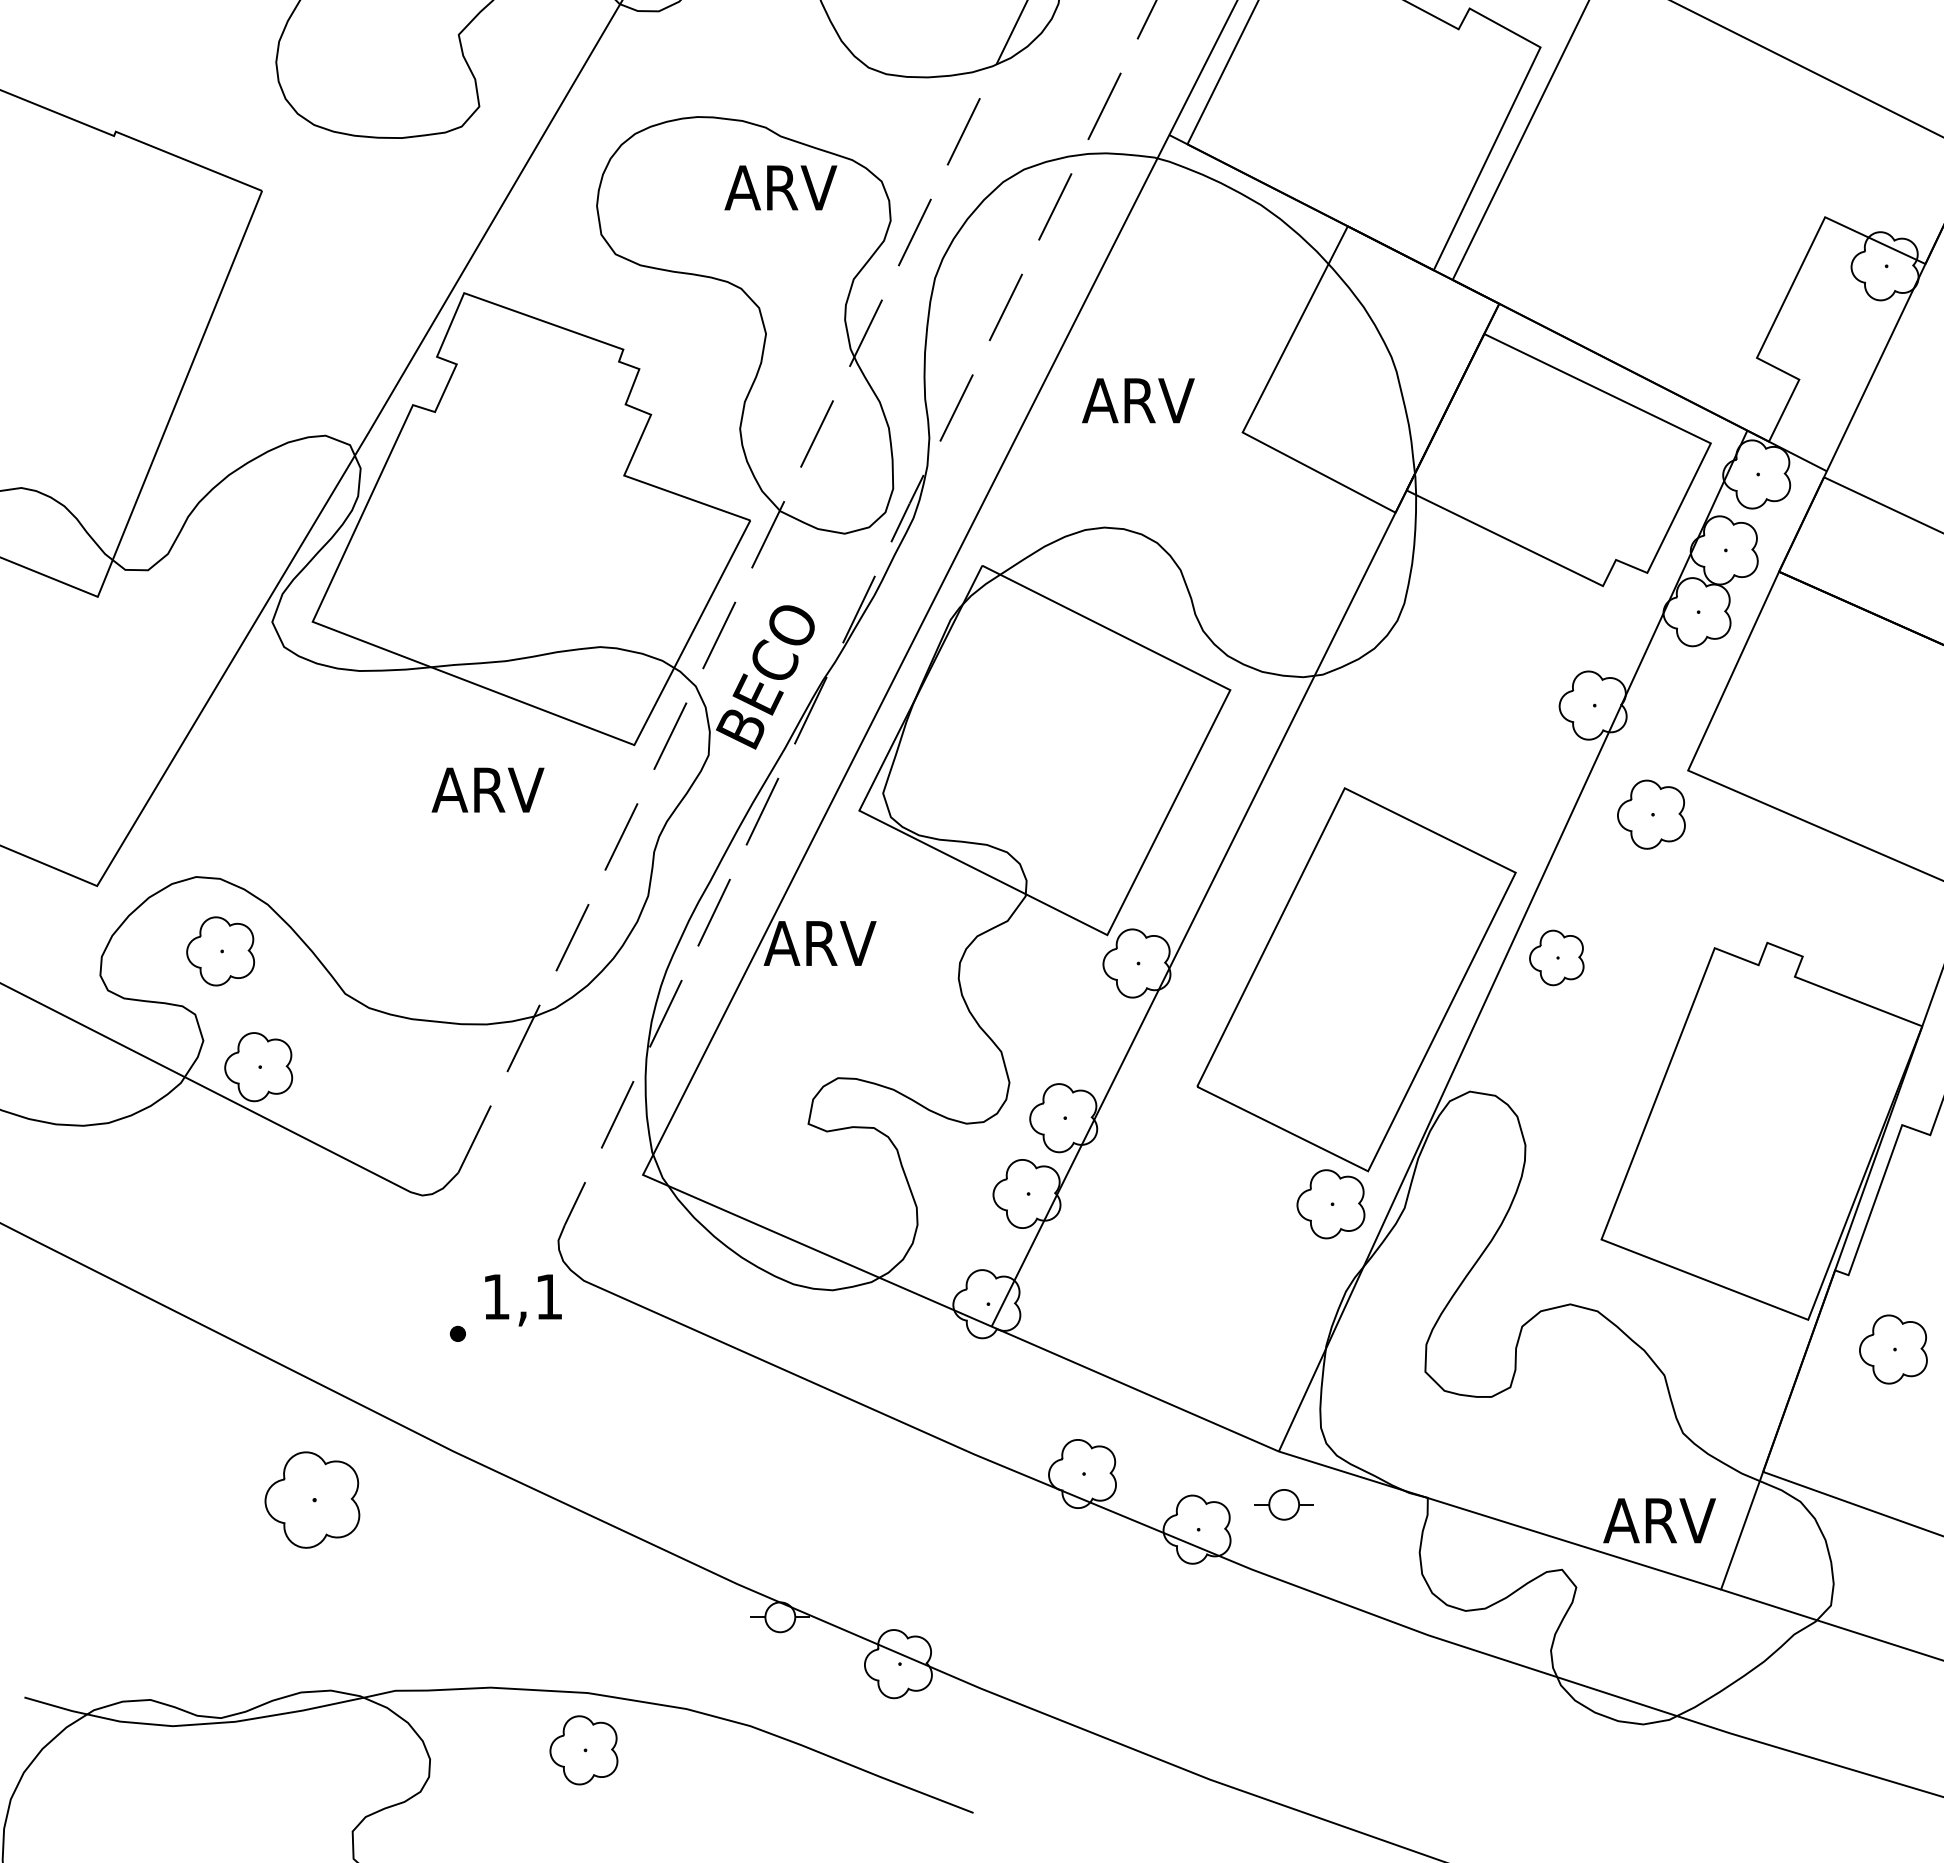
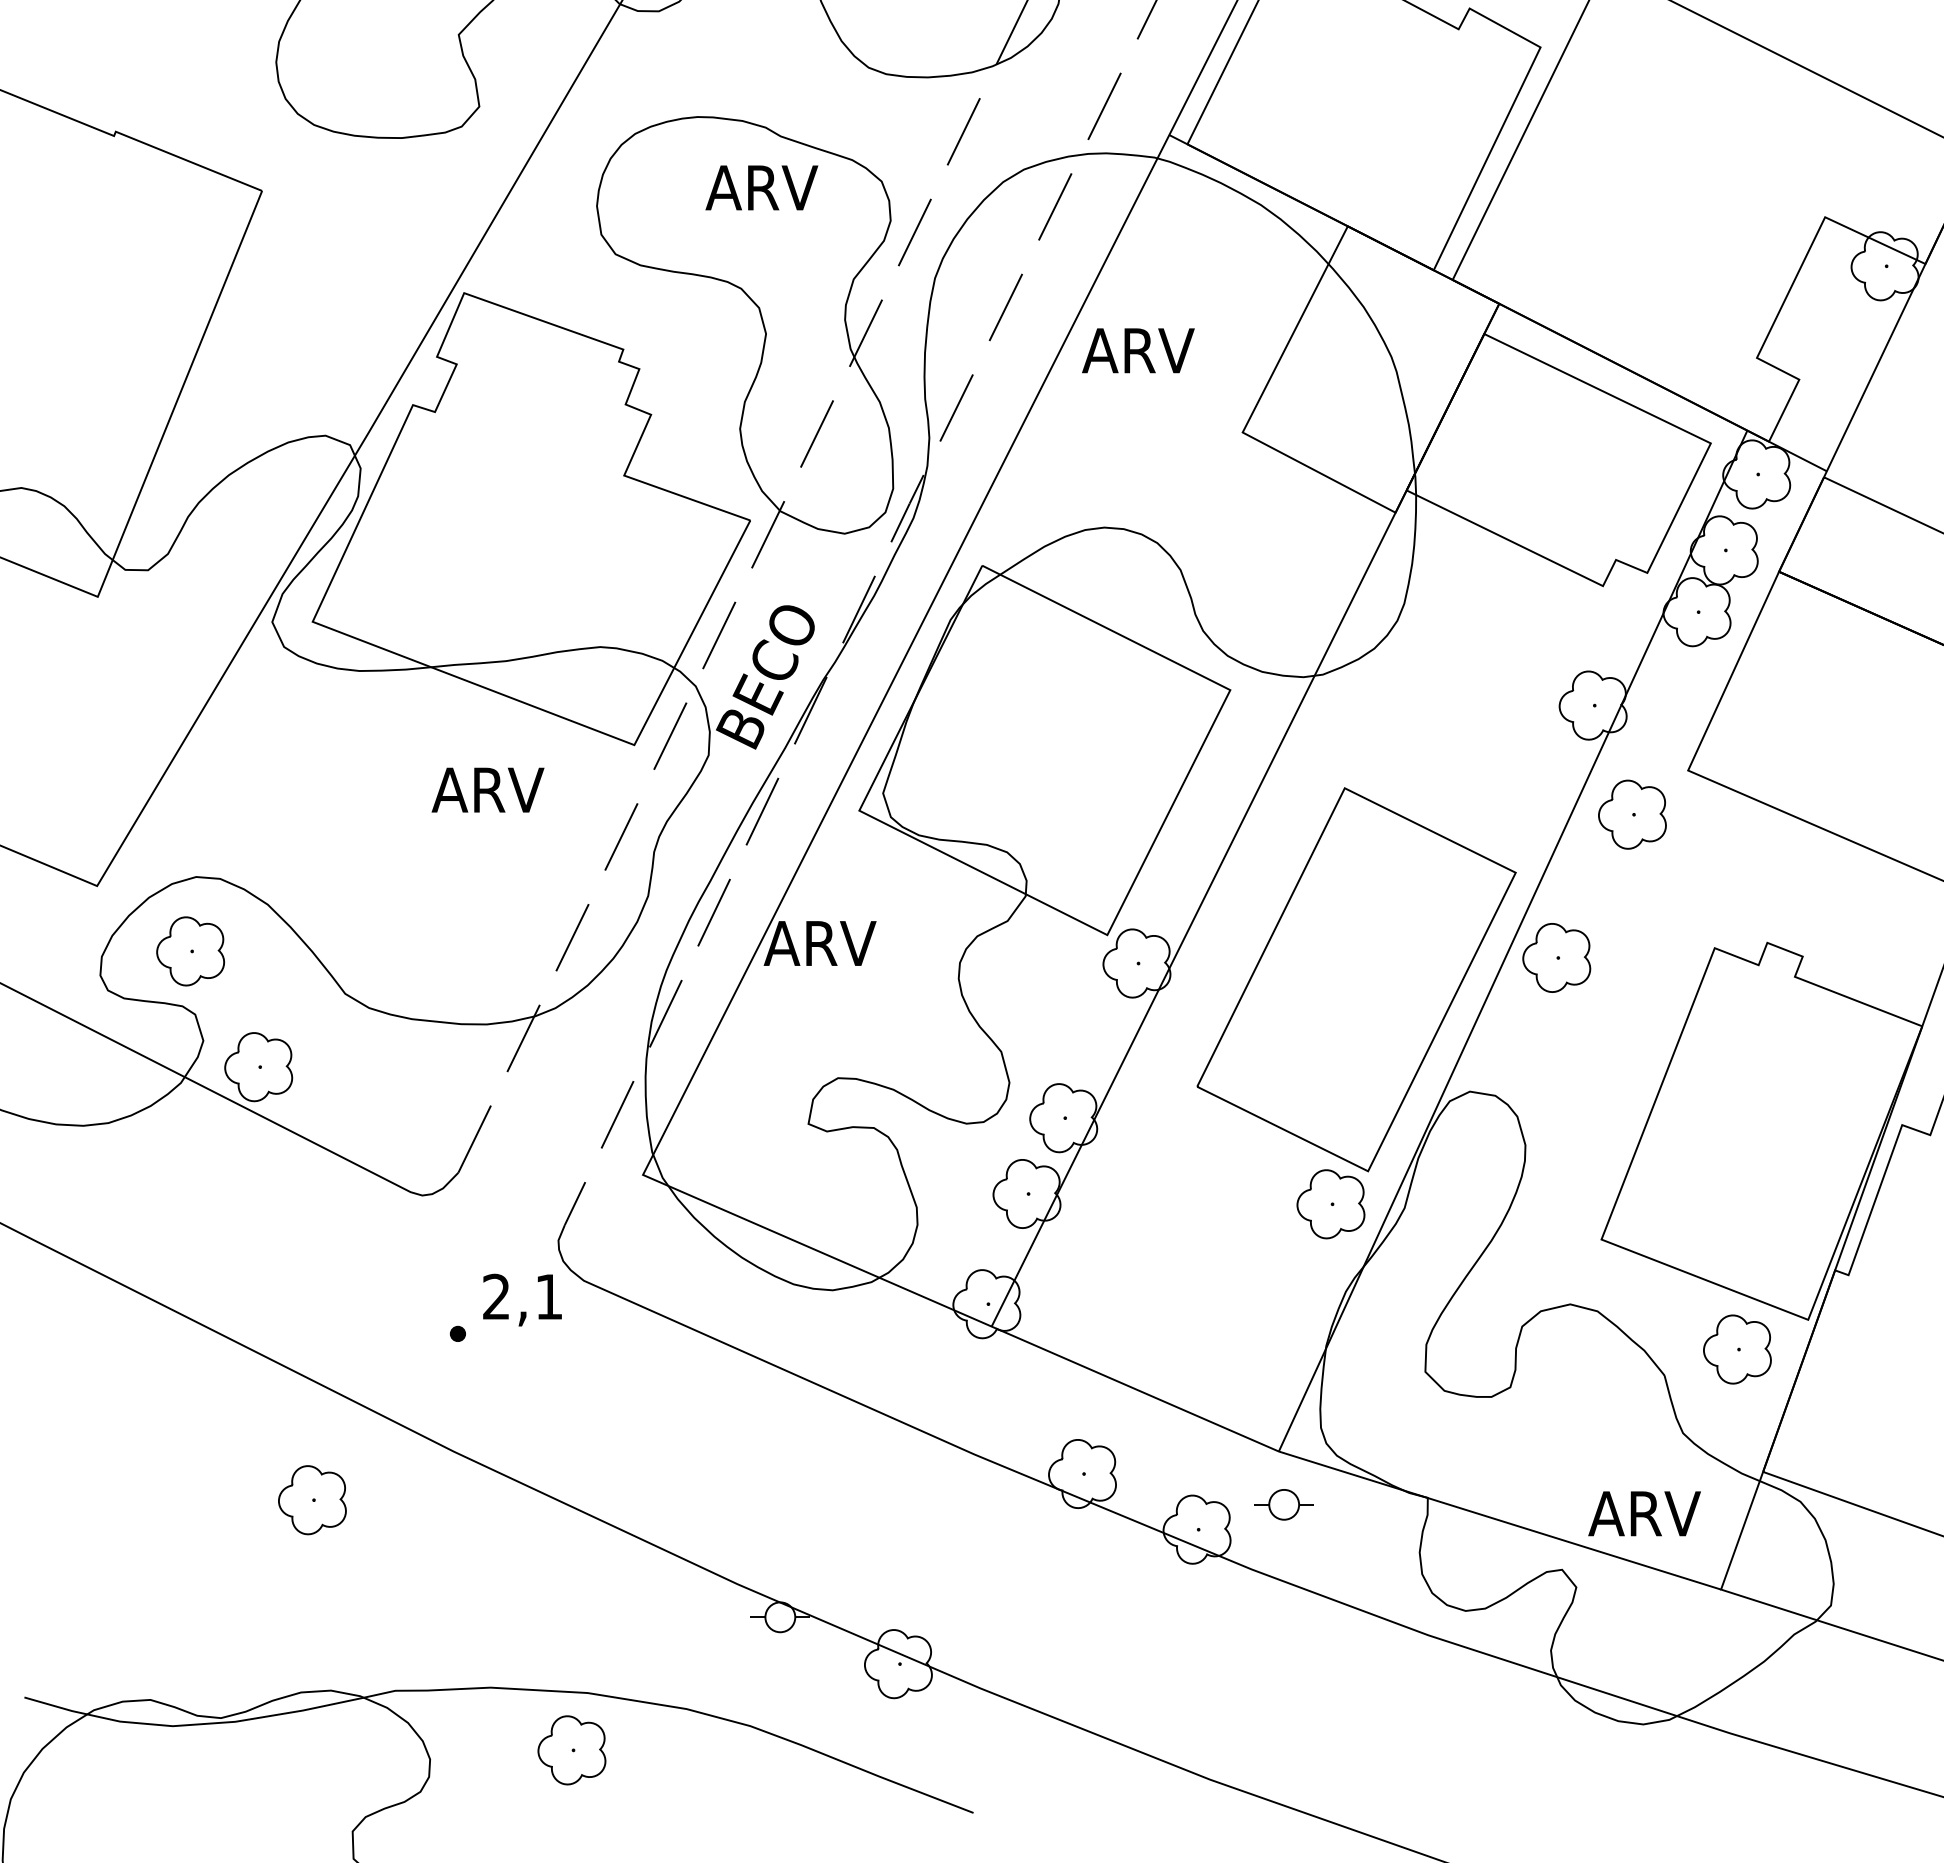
text at (780, 187) position: (780, 187) -> (761, 187)
text at (1138, 400) position: (1138, 400) -> (1138, 350)
part at (1651, 814) position: (1651, 814) -> (1632, 814)
part at (220, 951) position: (220, 951) -> (190, 951)
part at (1556, 957) size: 56x58 px -> 70x70 px
text at (496, 1296): 1,1 -> 2,1
part at (1893, 1349) position: (1893, 1349) -> (1737, 1349)
part at (312, 1499) size: 97x98 px -> 69x71 px
text at (1659, 1520) position: (1659, 1520) -> (1644, 1513)
part at (583, 1750) position: (583, 1750) -> (571, 1750)
